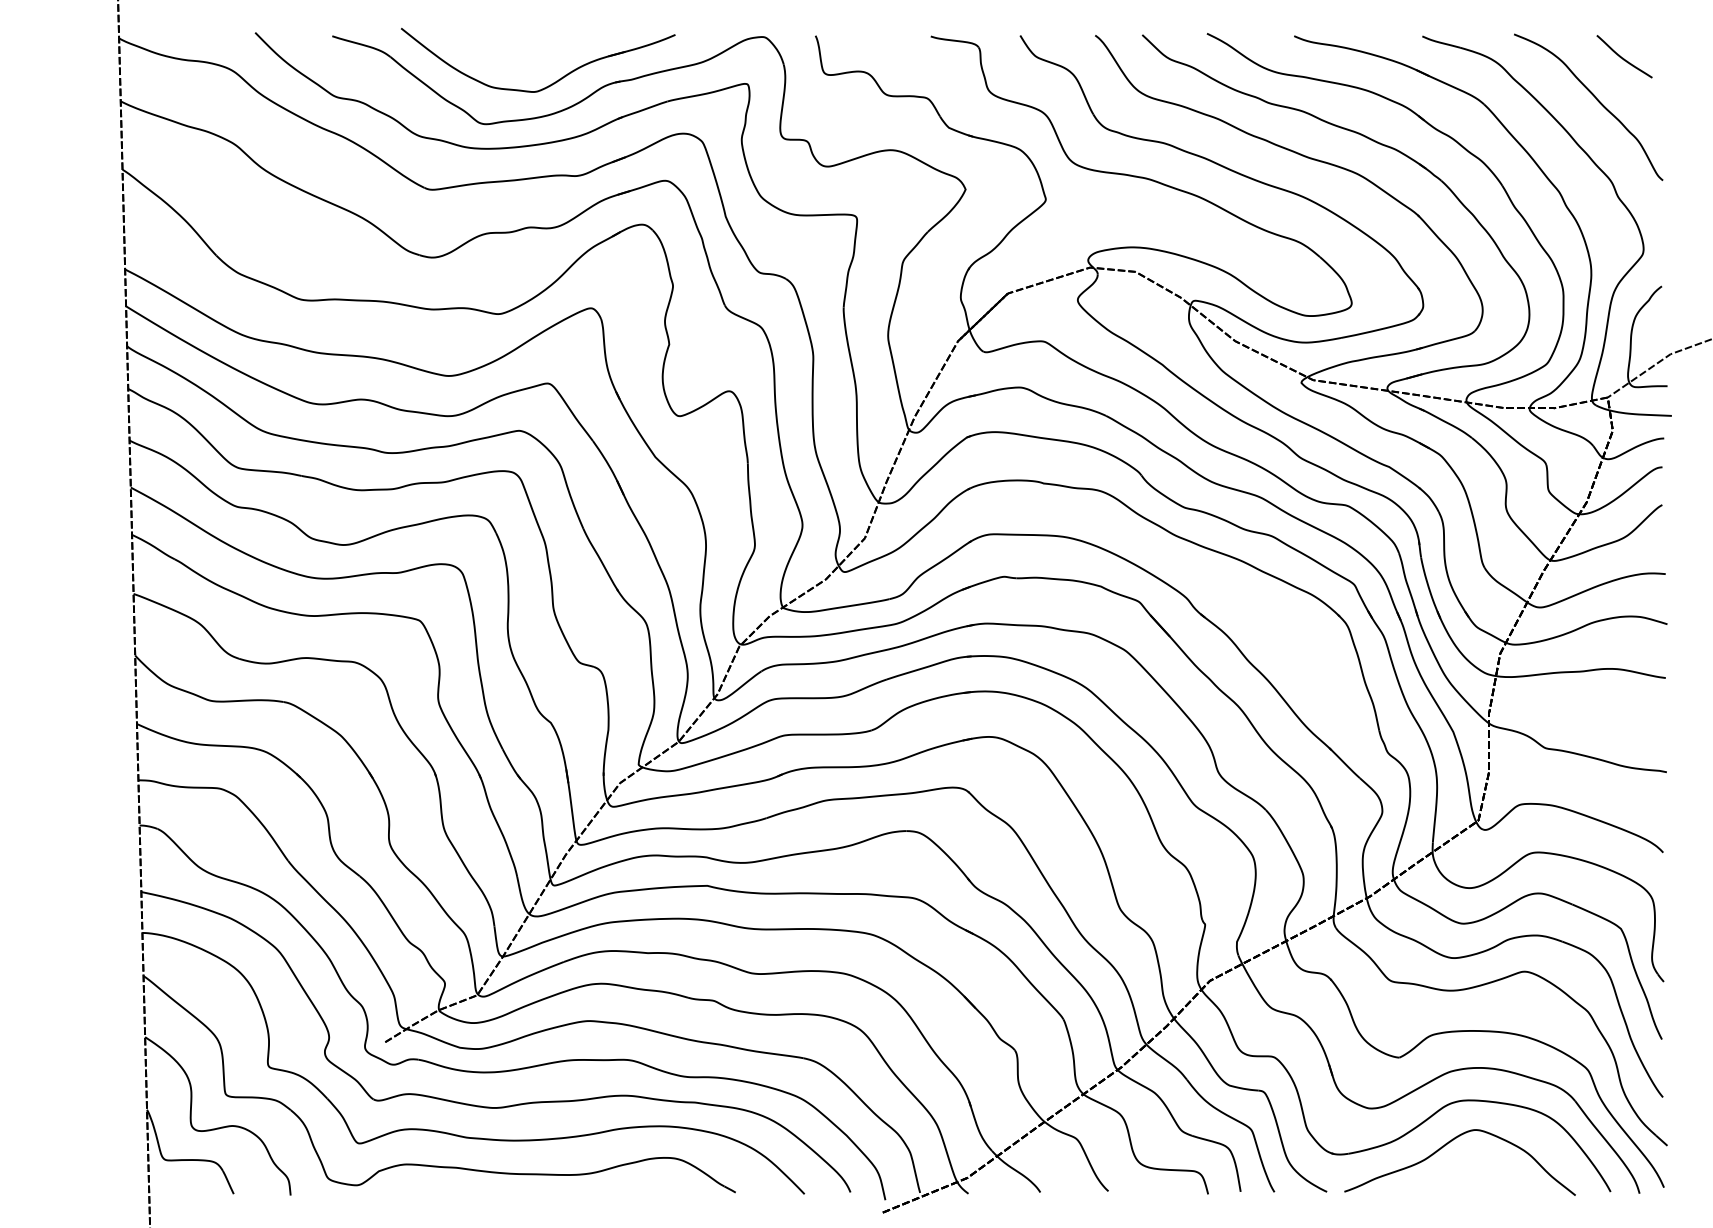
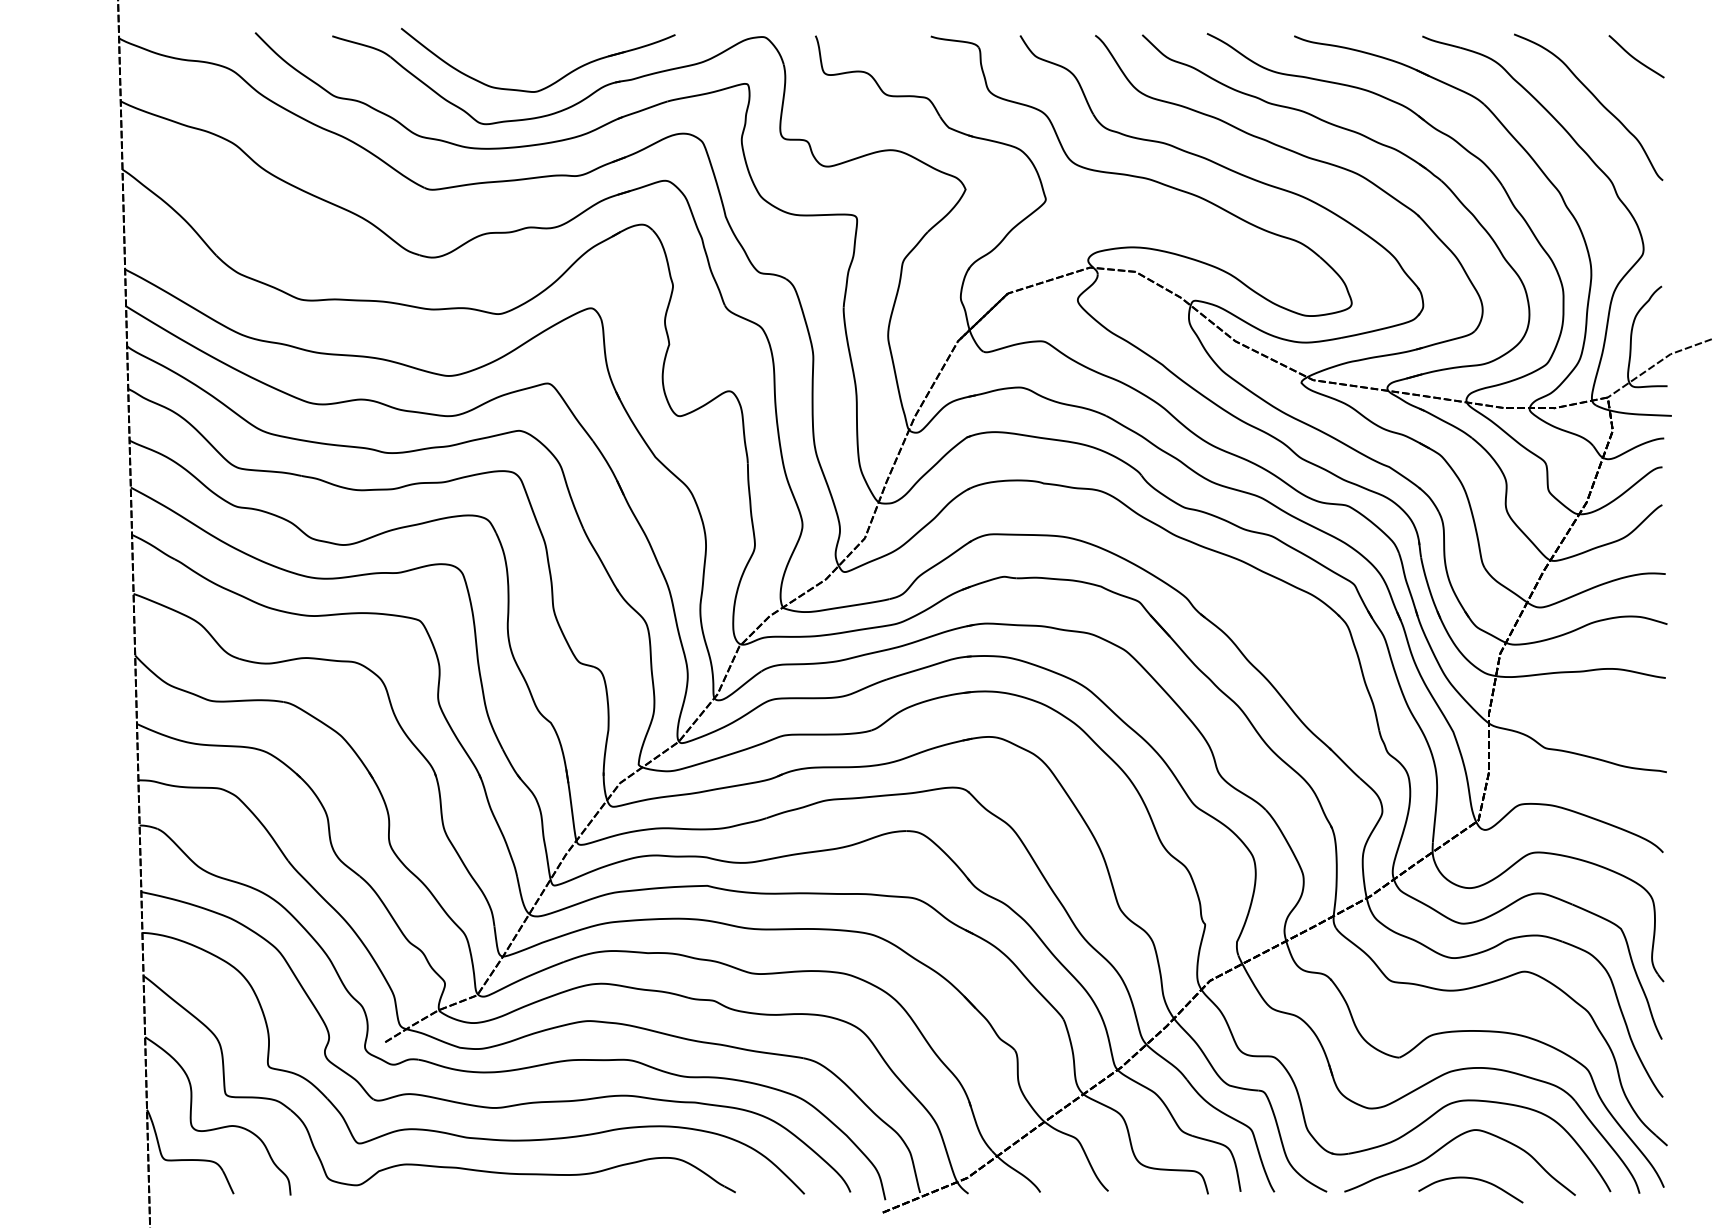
curve at (1624, 58) position: (1624, 58) -> (1636, 58)
curve at (1471, 1179): none -> present
